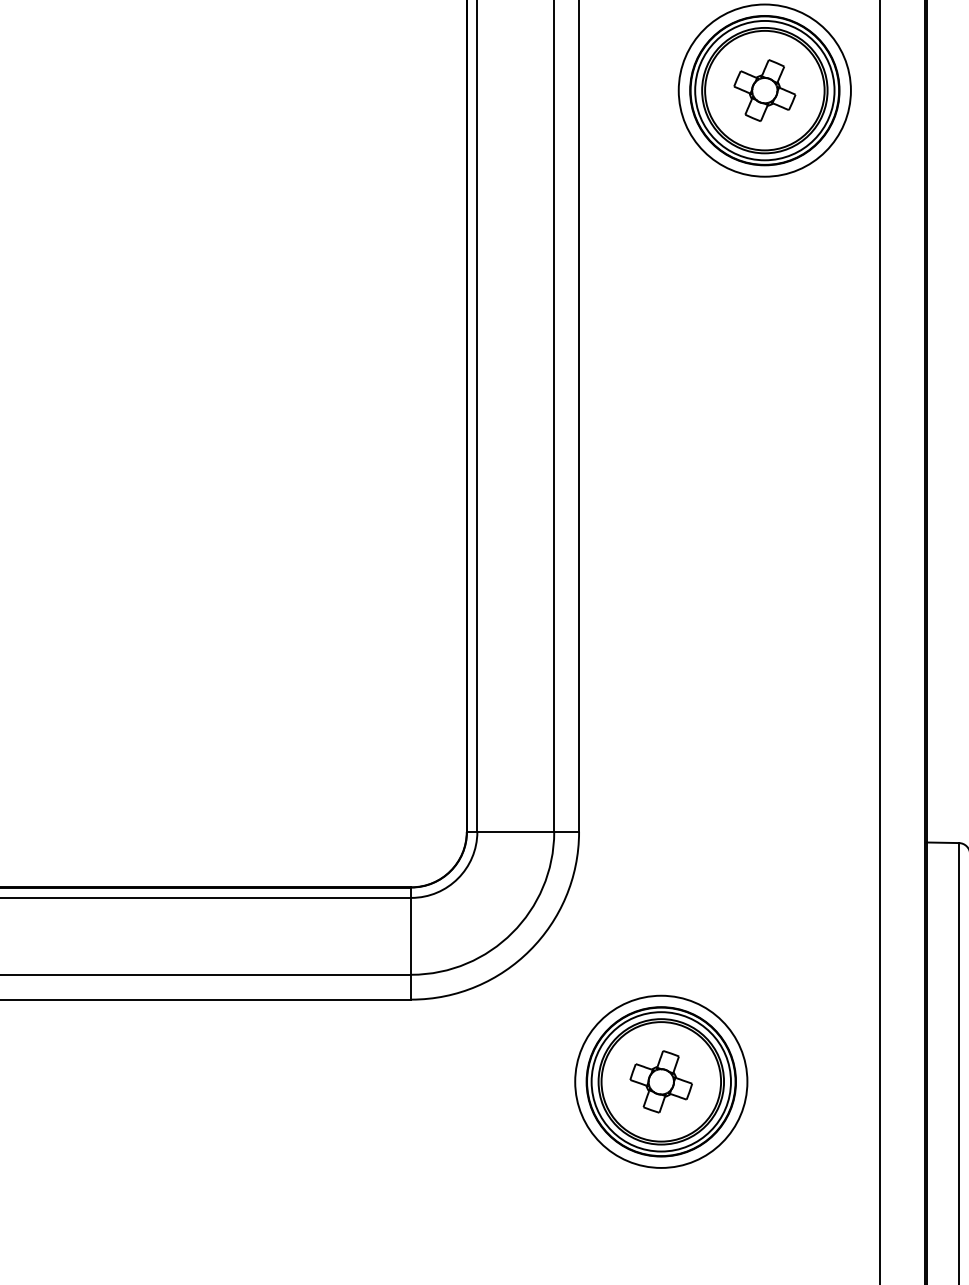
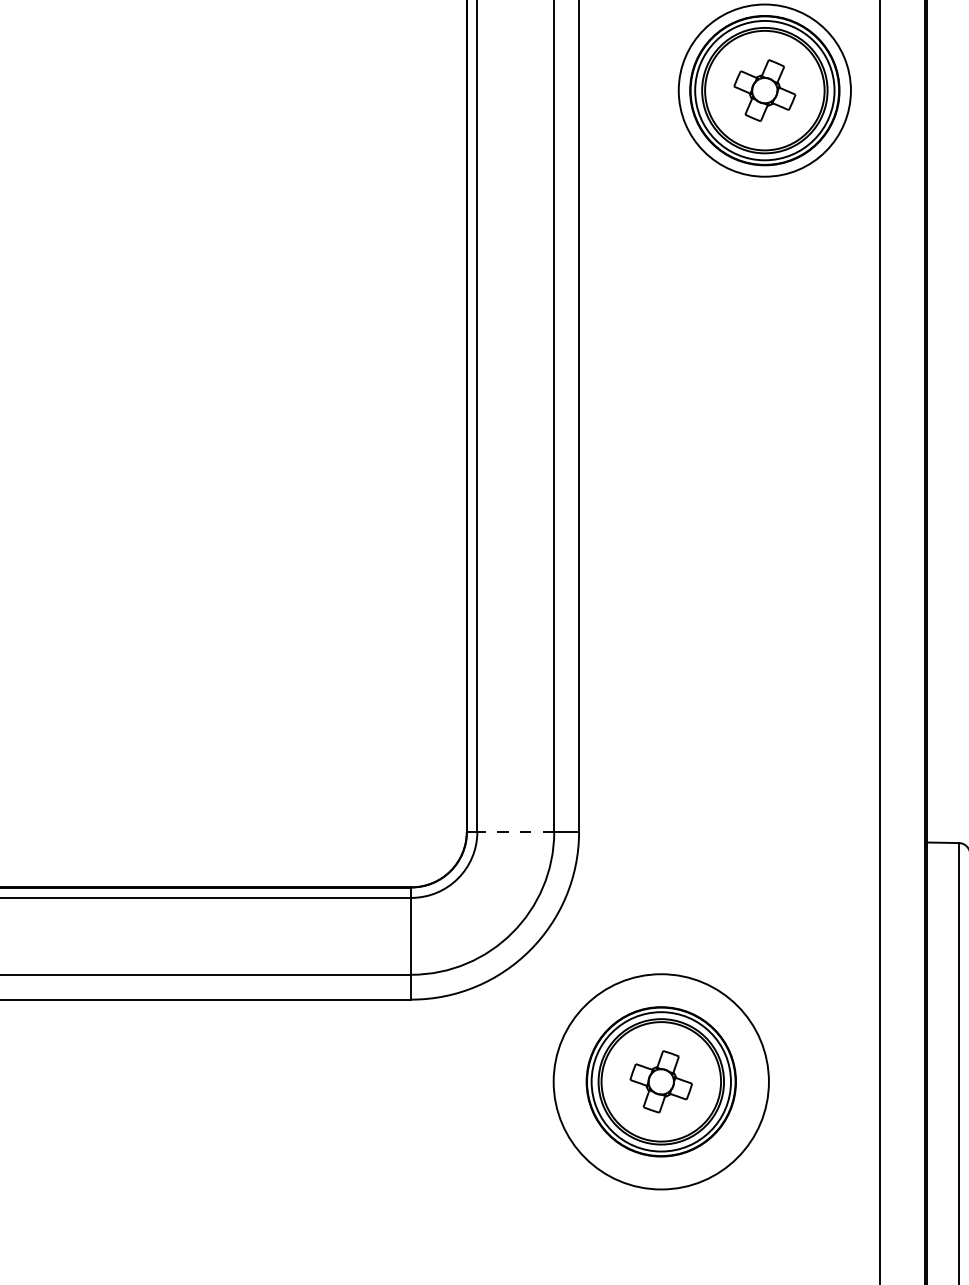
line at (515, 831): solid -> dashed
circle at (661, 1081) diameter: 172 px -> 215 px
